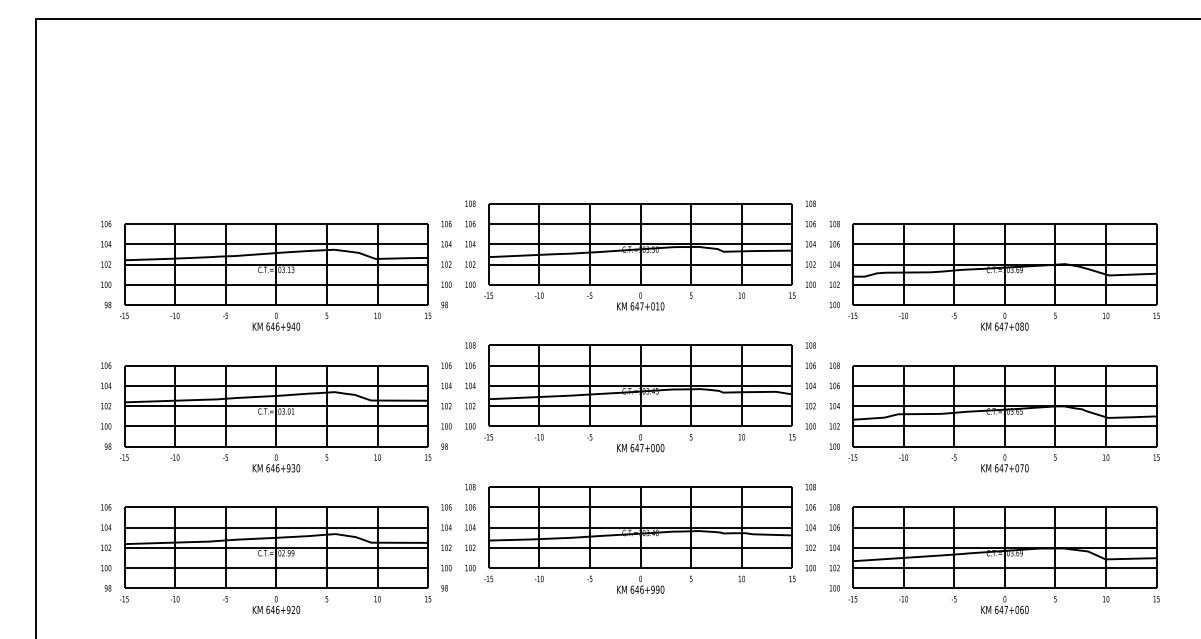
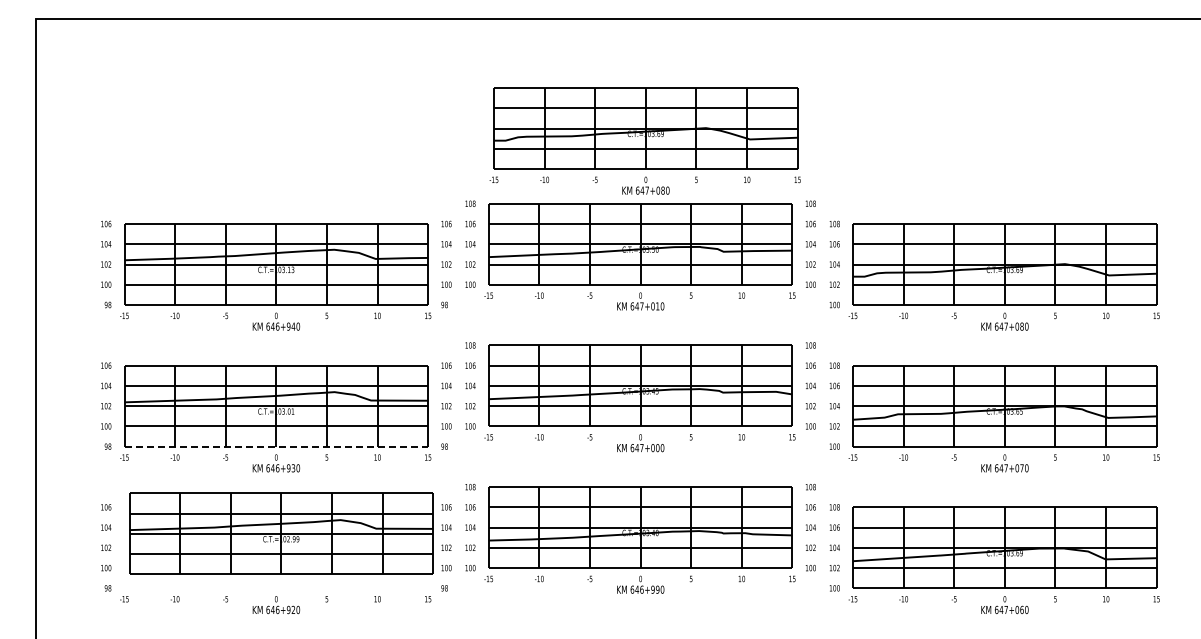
part at (644, 140): none -> present
line at (276, 446): solid -> dashed
part at (276, 547) position: (276, 547) -> (281, 533)
